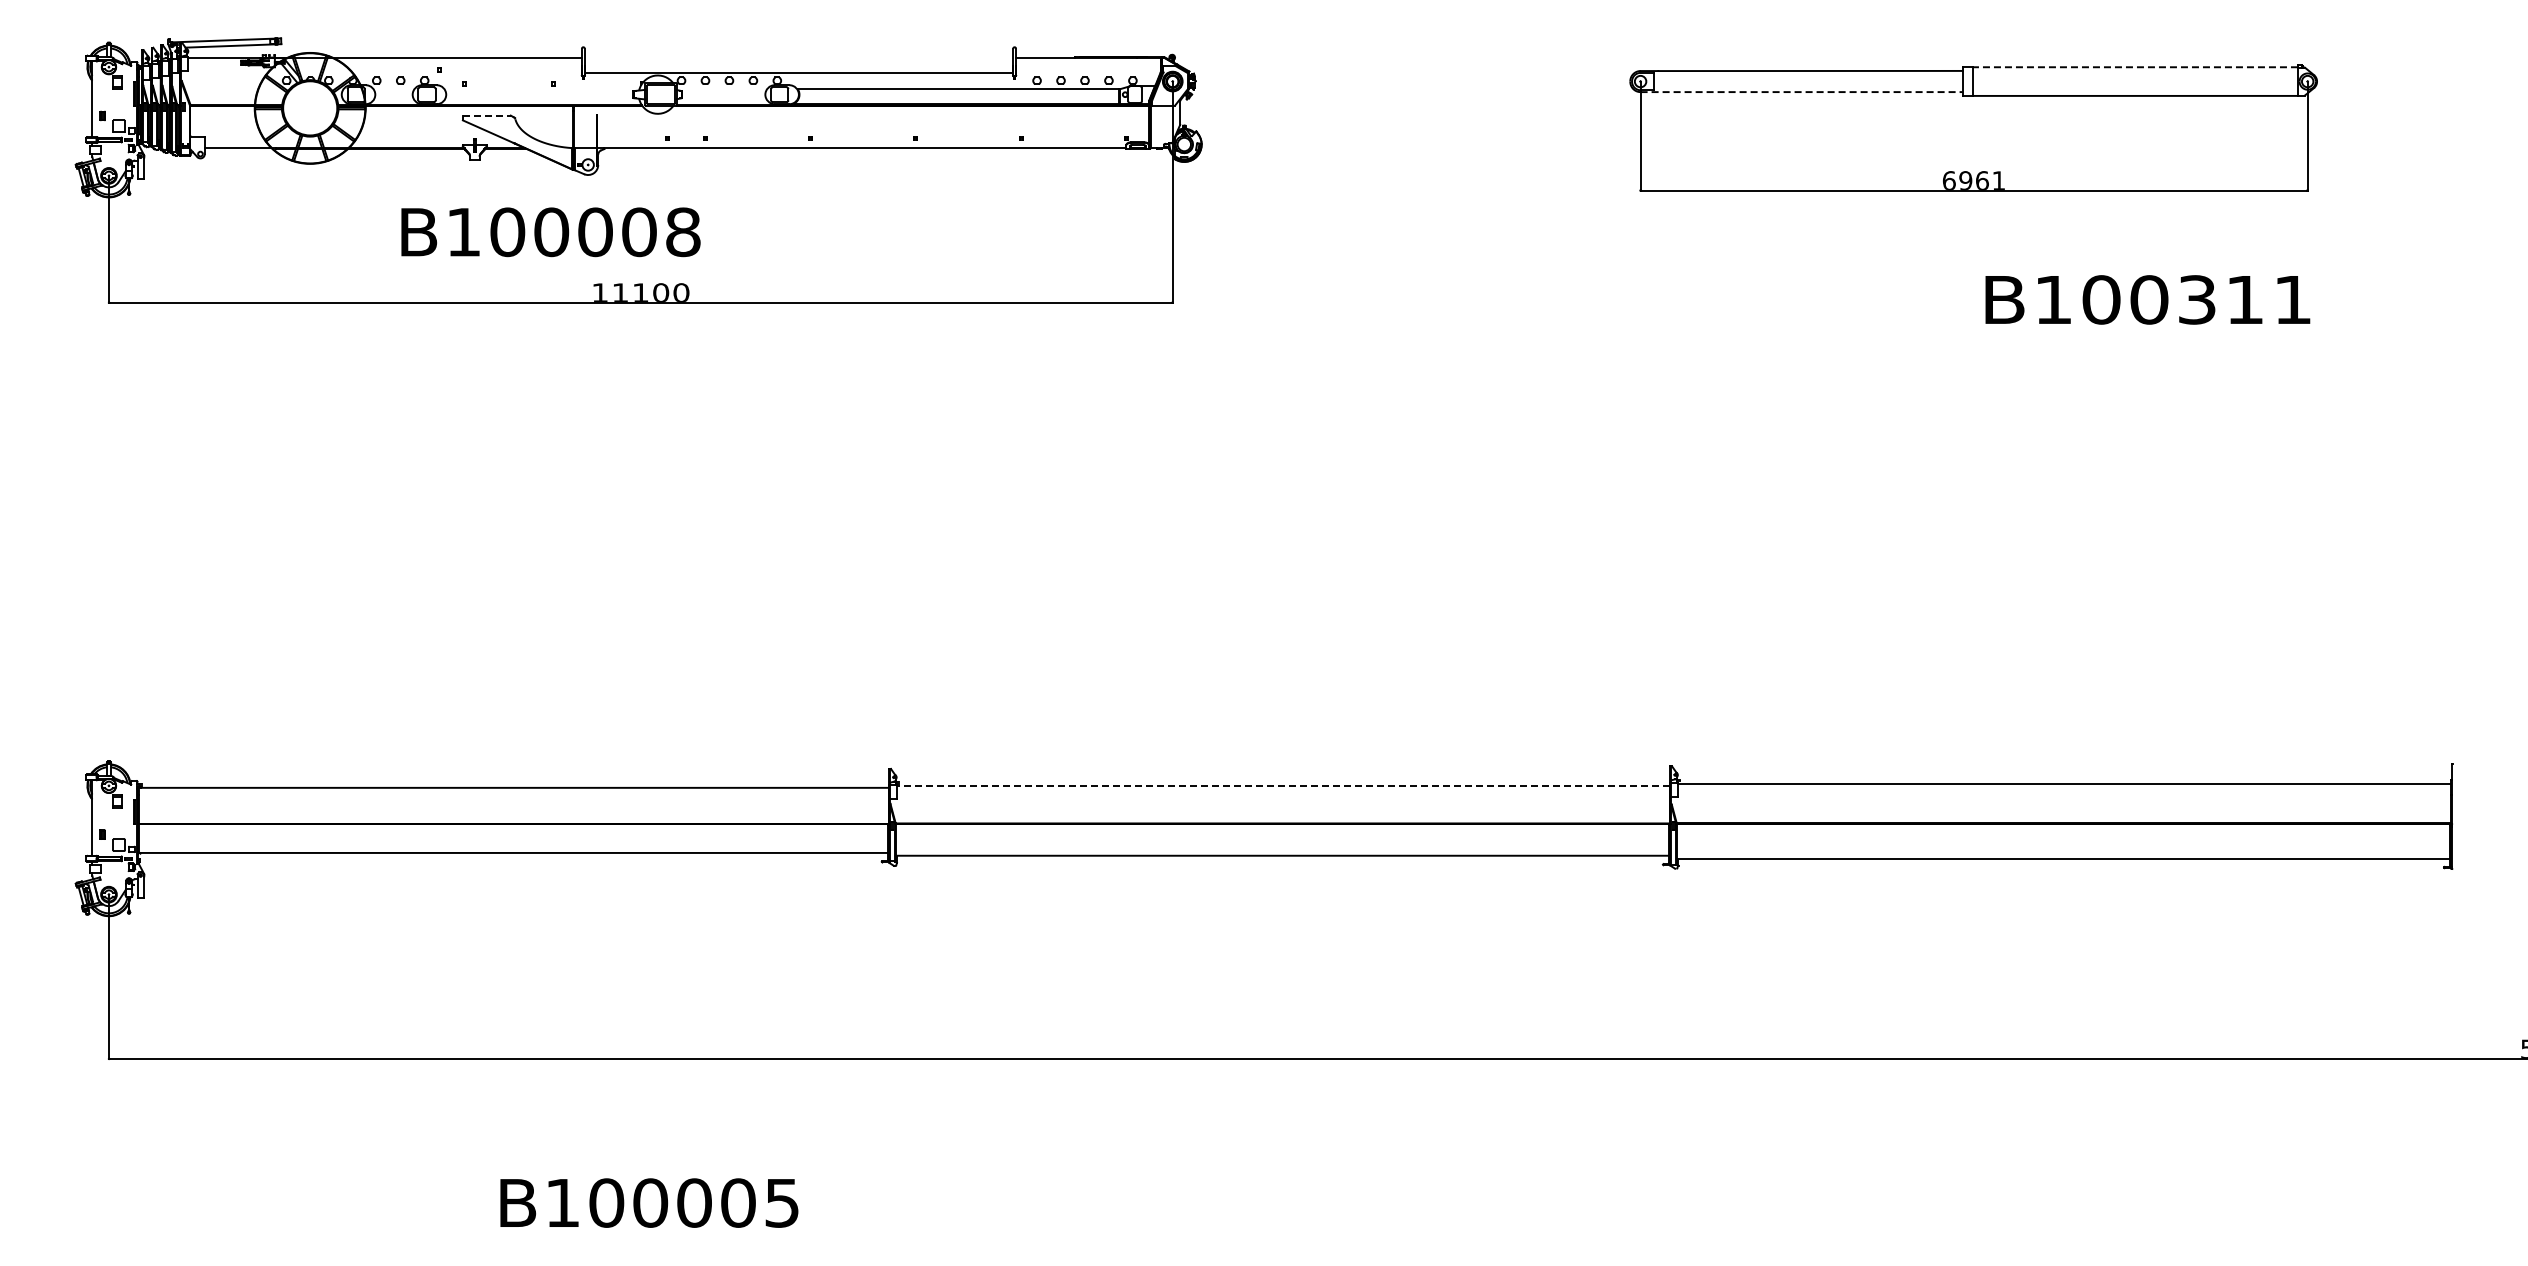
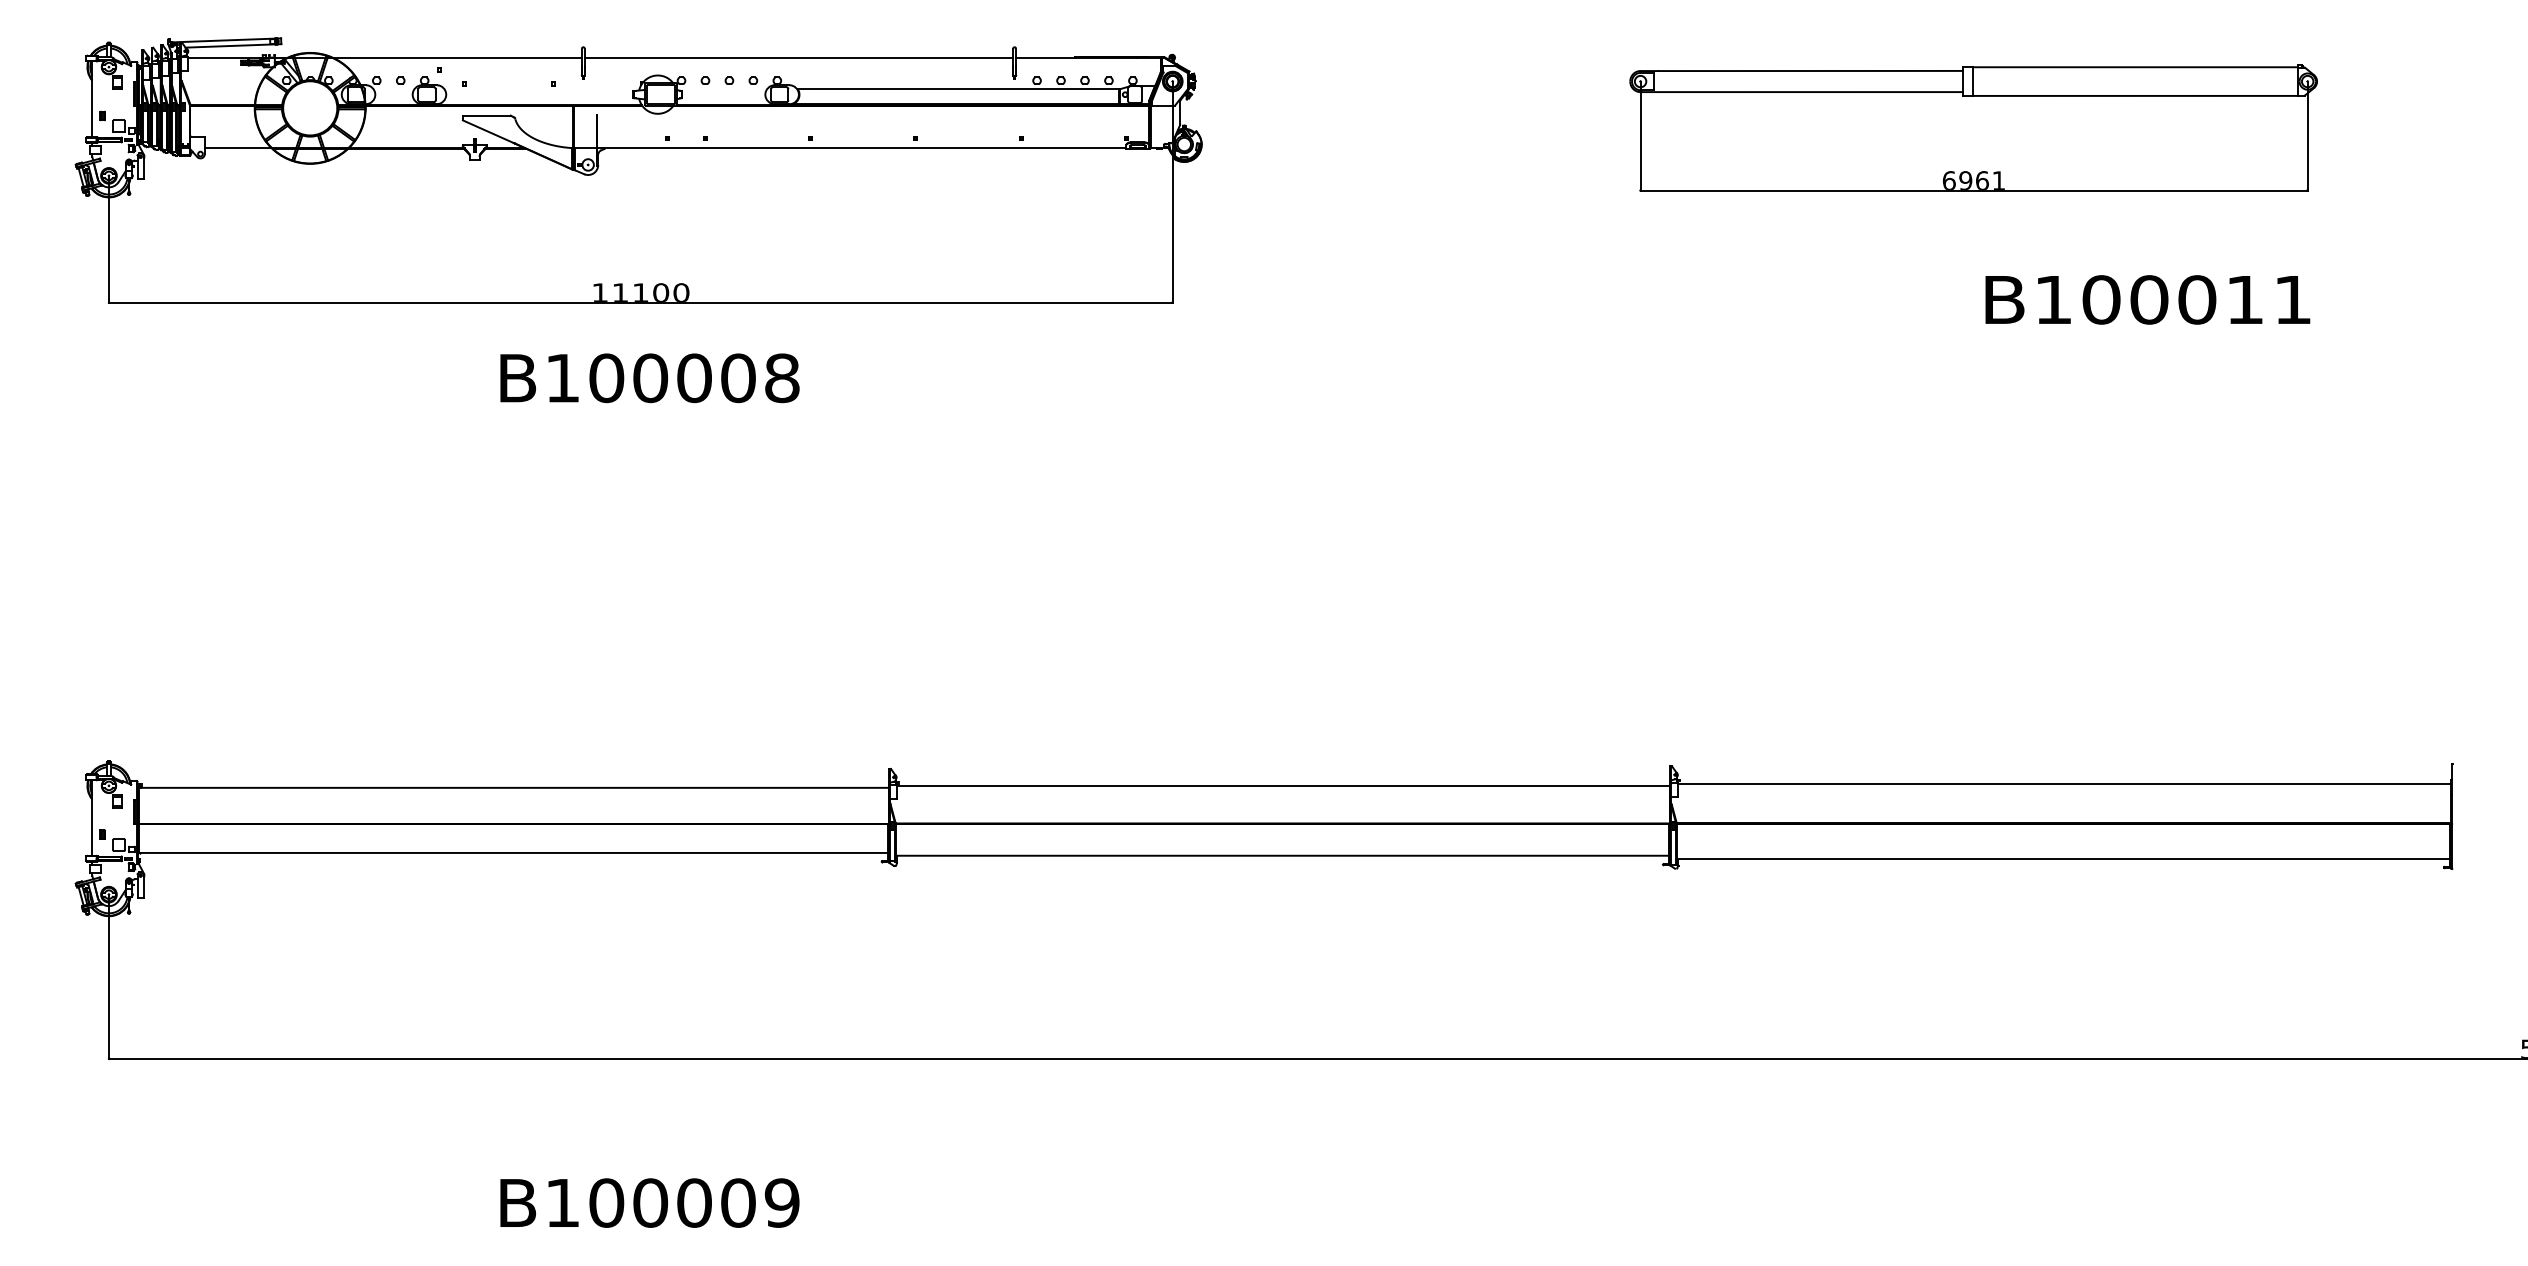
line at (2135, 67): dashed -> solid
line at (798, 72) position: (798, 72) -> (798, 57)
line at (1802, 92): dashed -> solid
line at (486, 115): dashed -> solid
text at (550, 232) position: (550, 232) -> (649, 378)
text at (2197, 299): B100311 -> B100011
line at (1283, 785): dashed -> solid
text at (781, 1202): B100005 -> B100009
